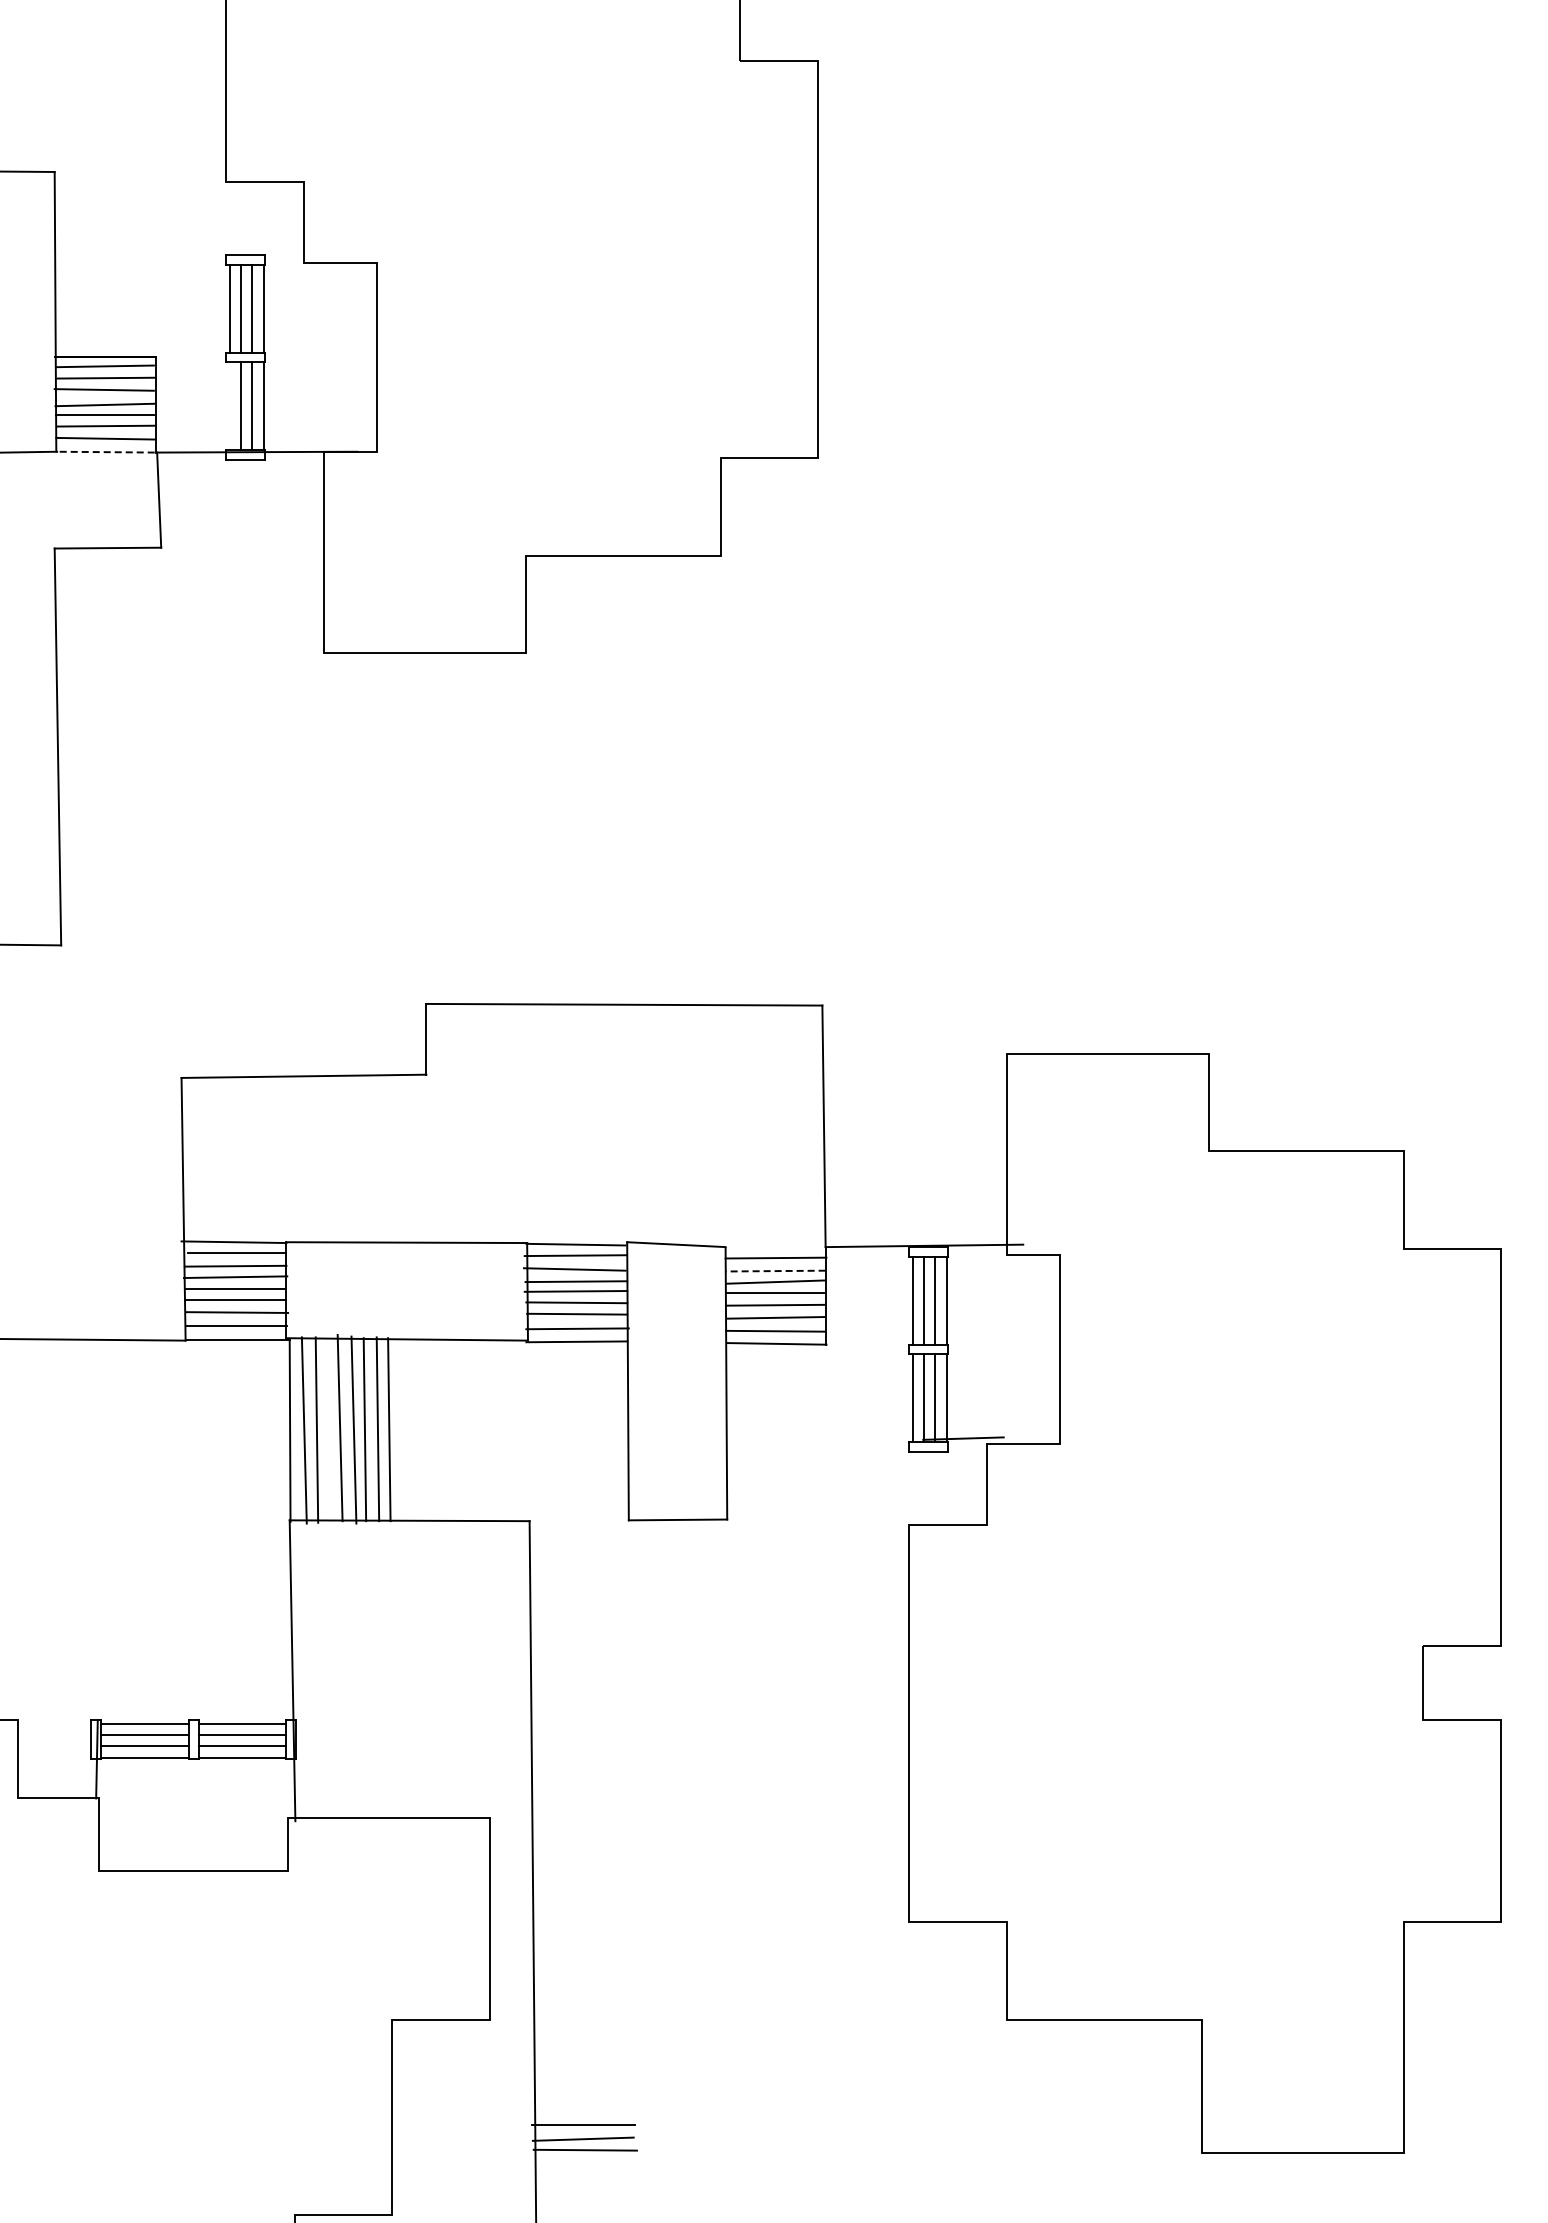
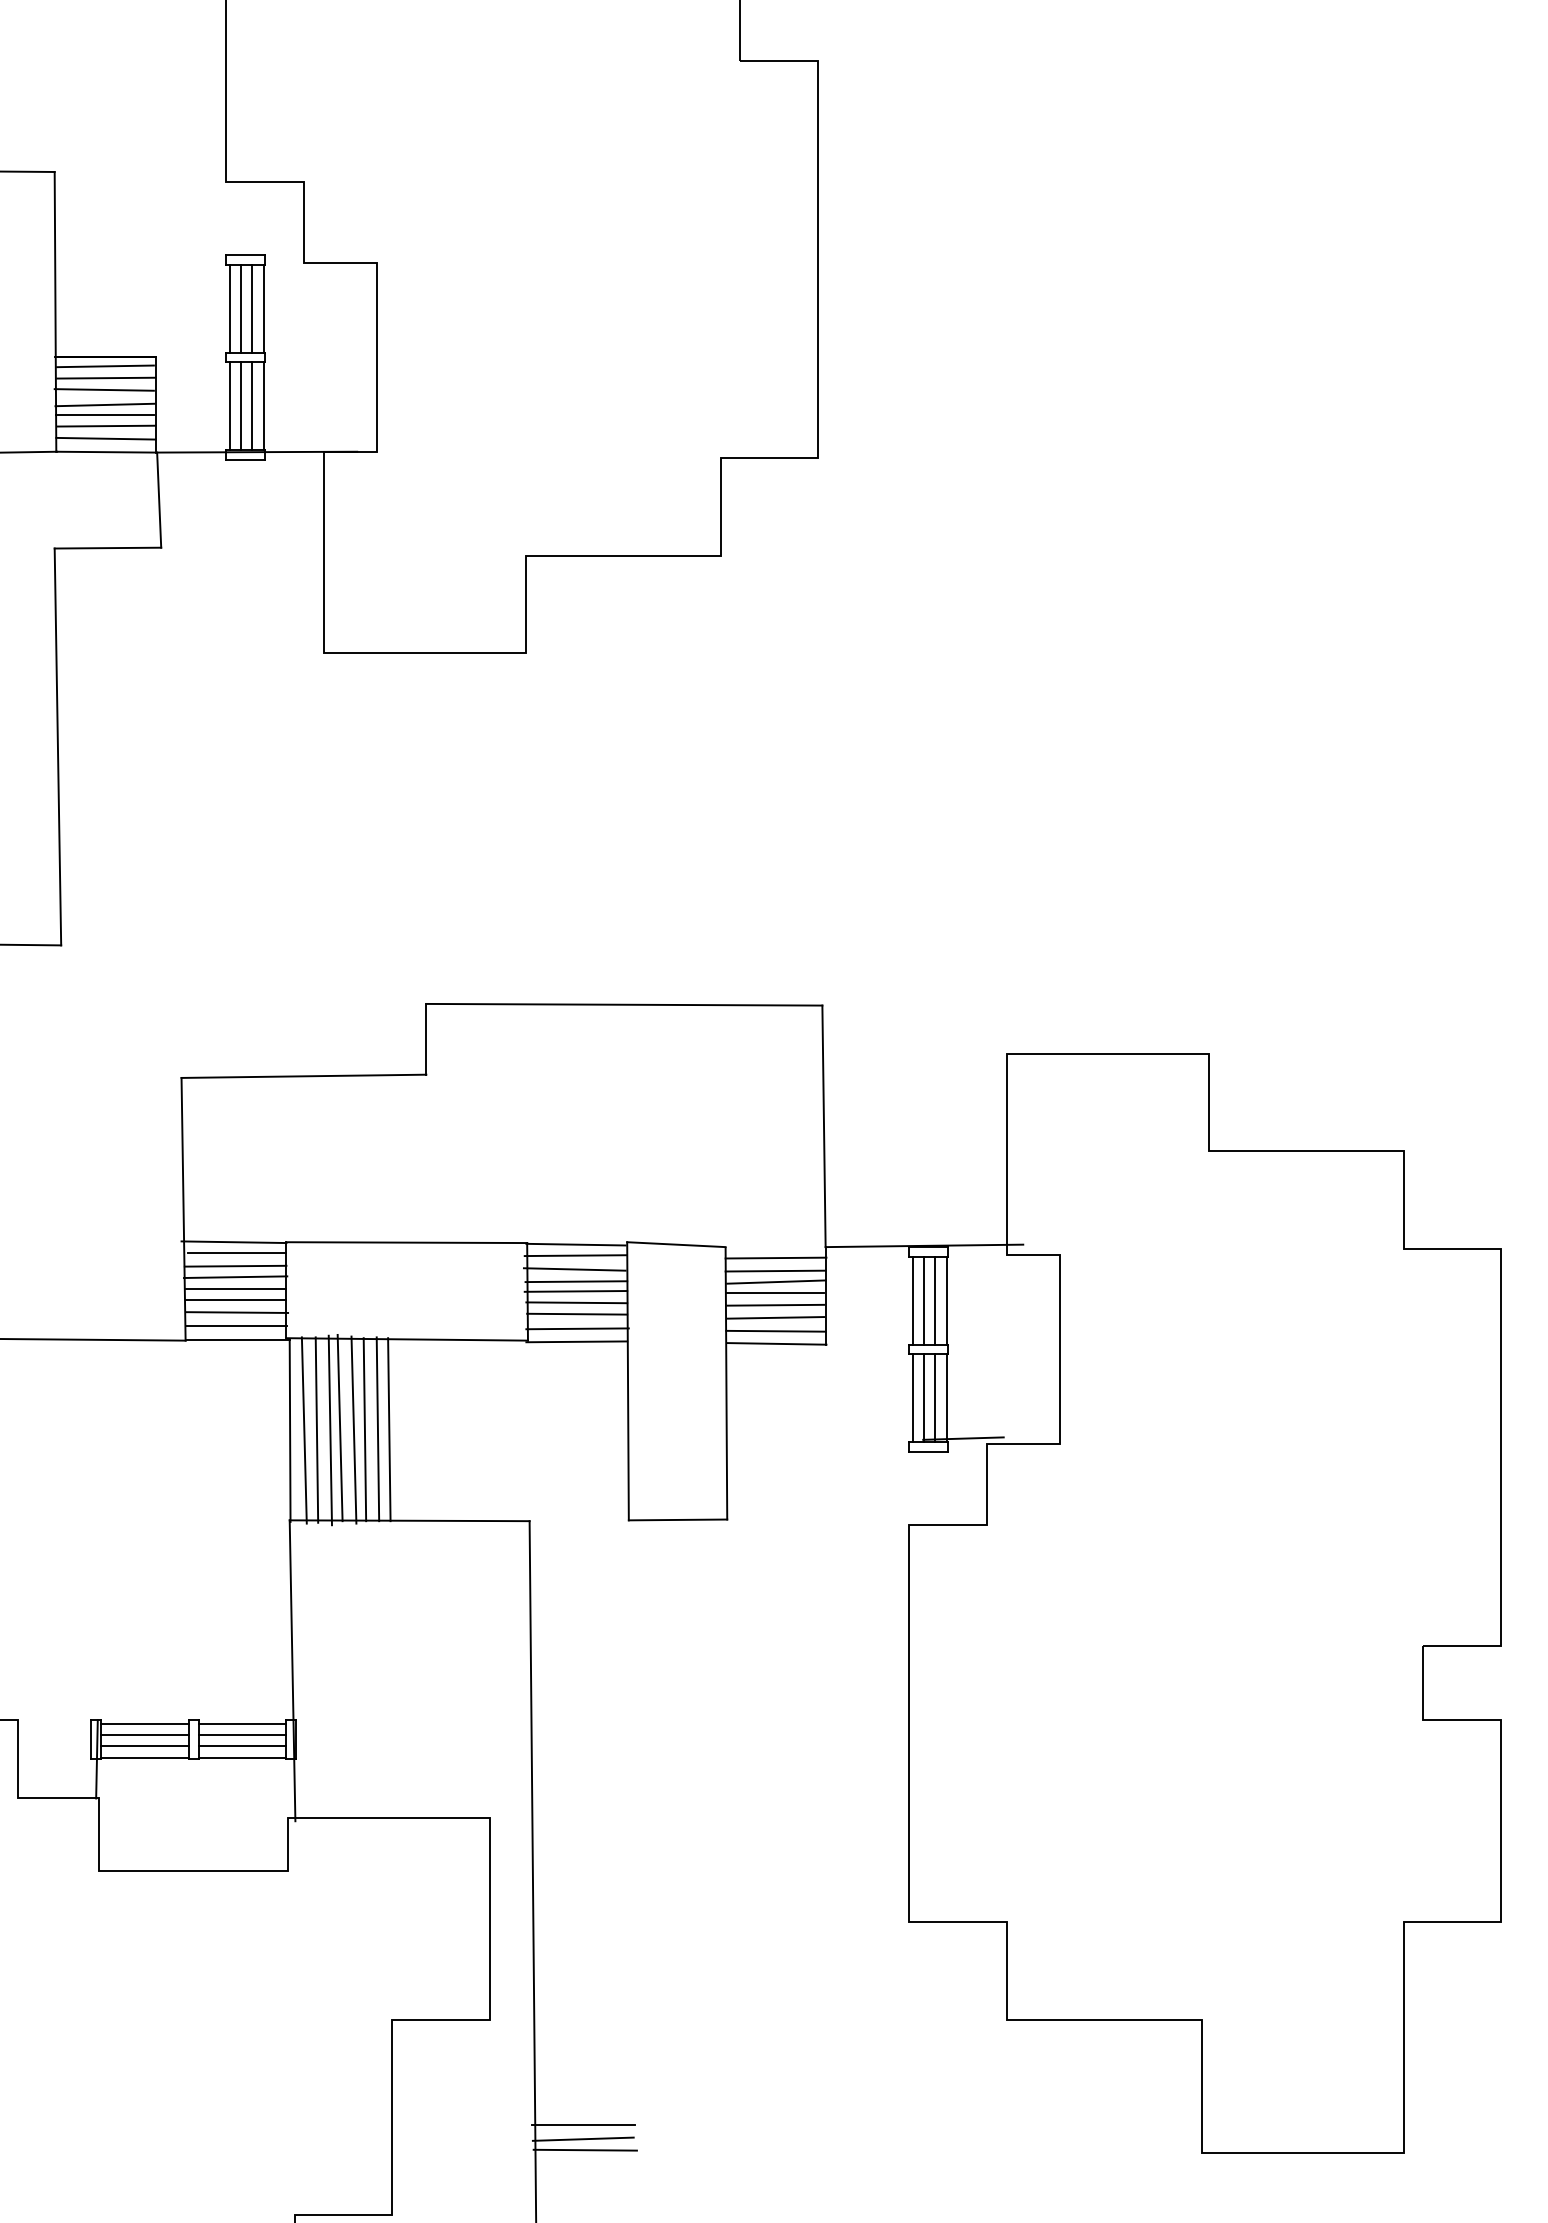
line at (229, 406): none -> present
line at (105, 452): dashed -> solid
line at (775, 1271): dashed -> solid
line at (330, 1430): none -> present
